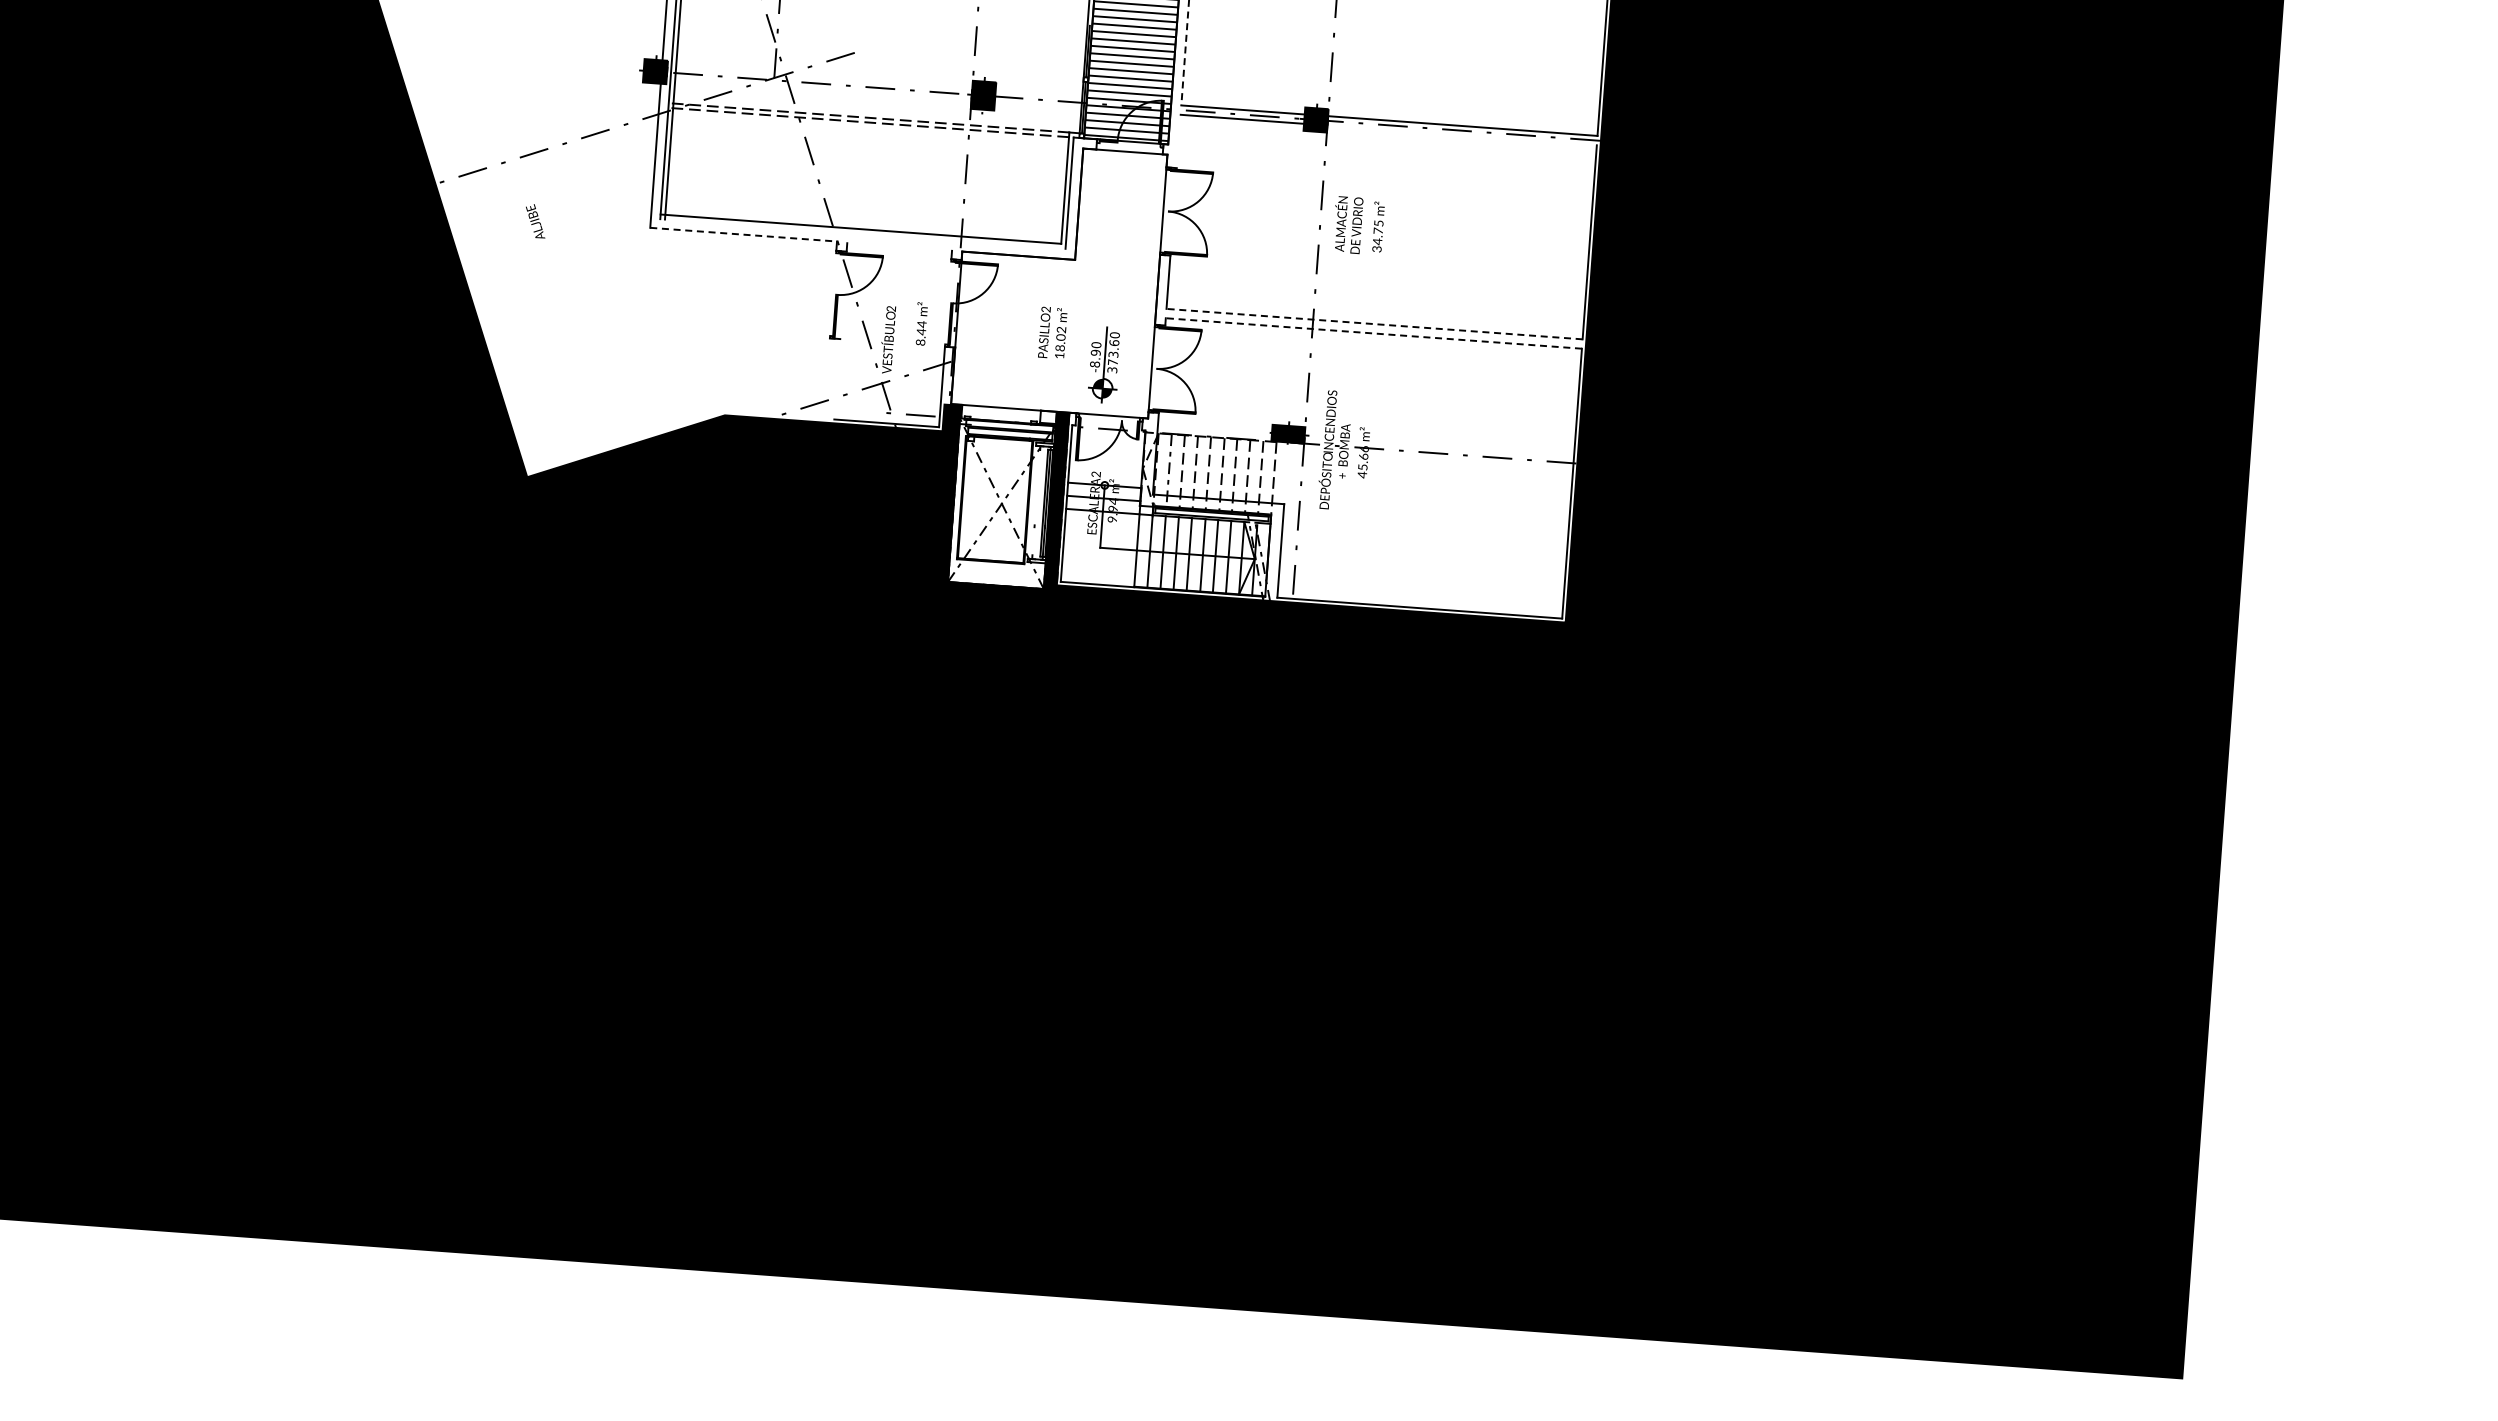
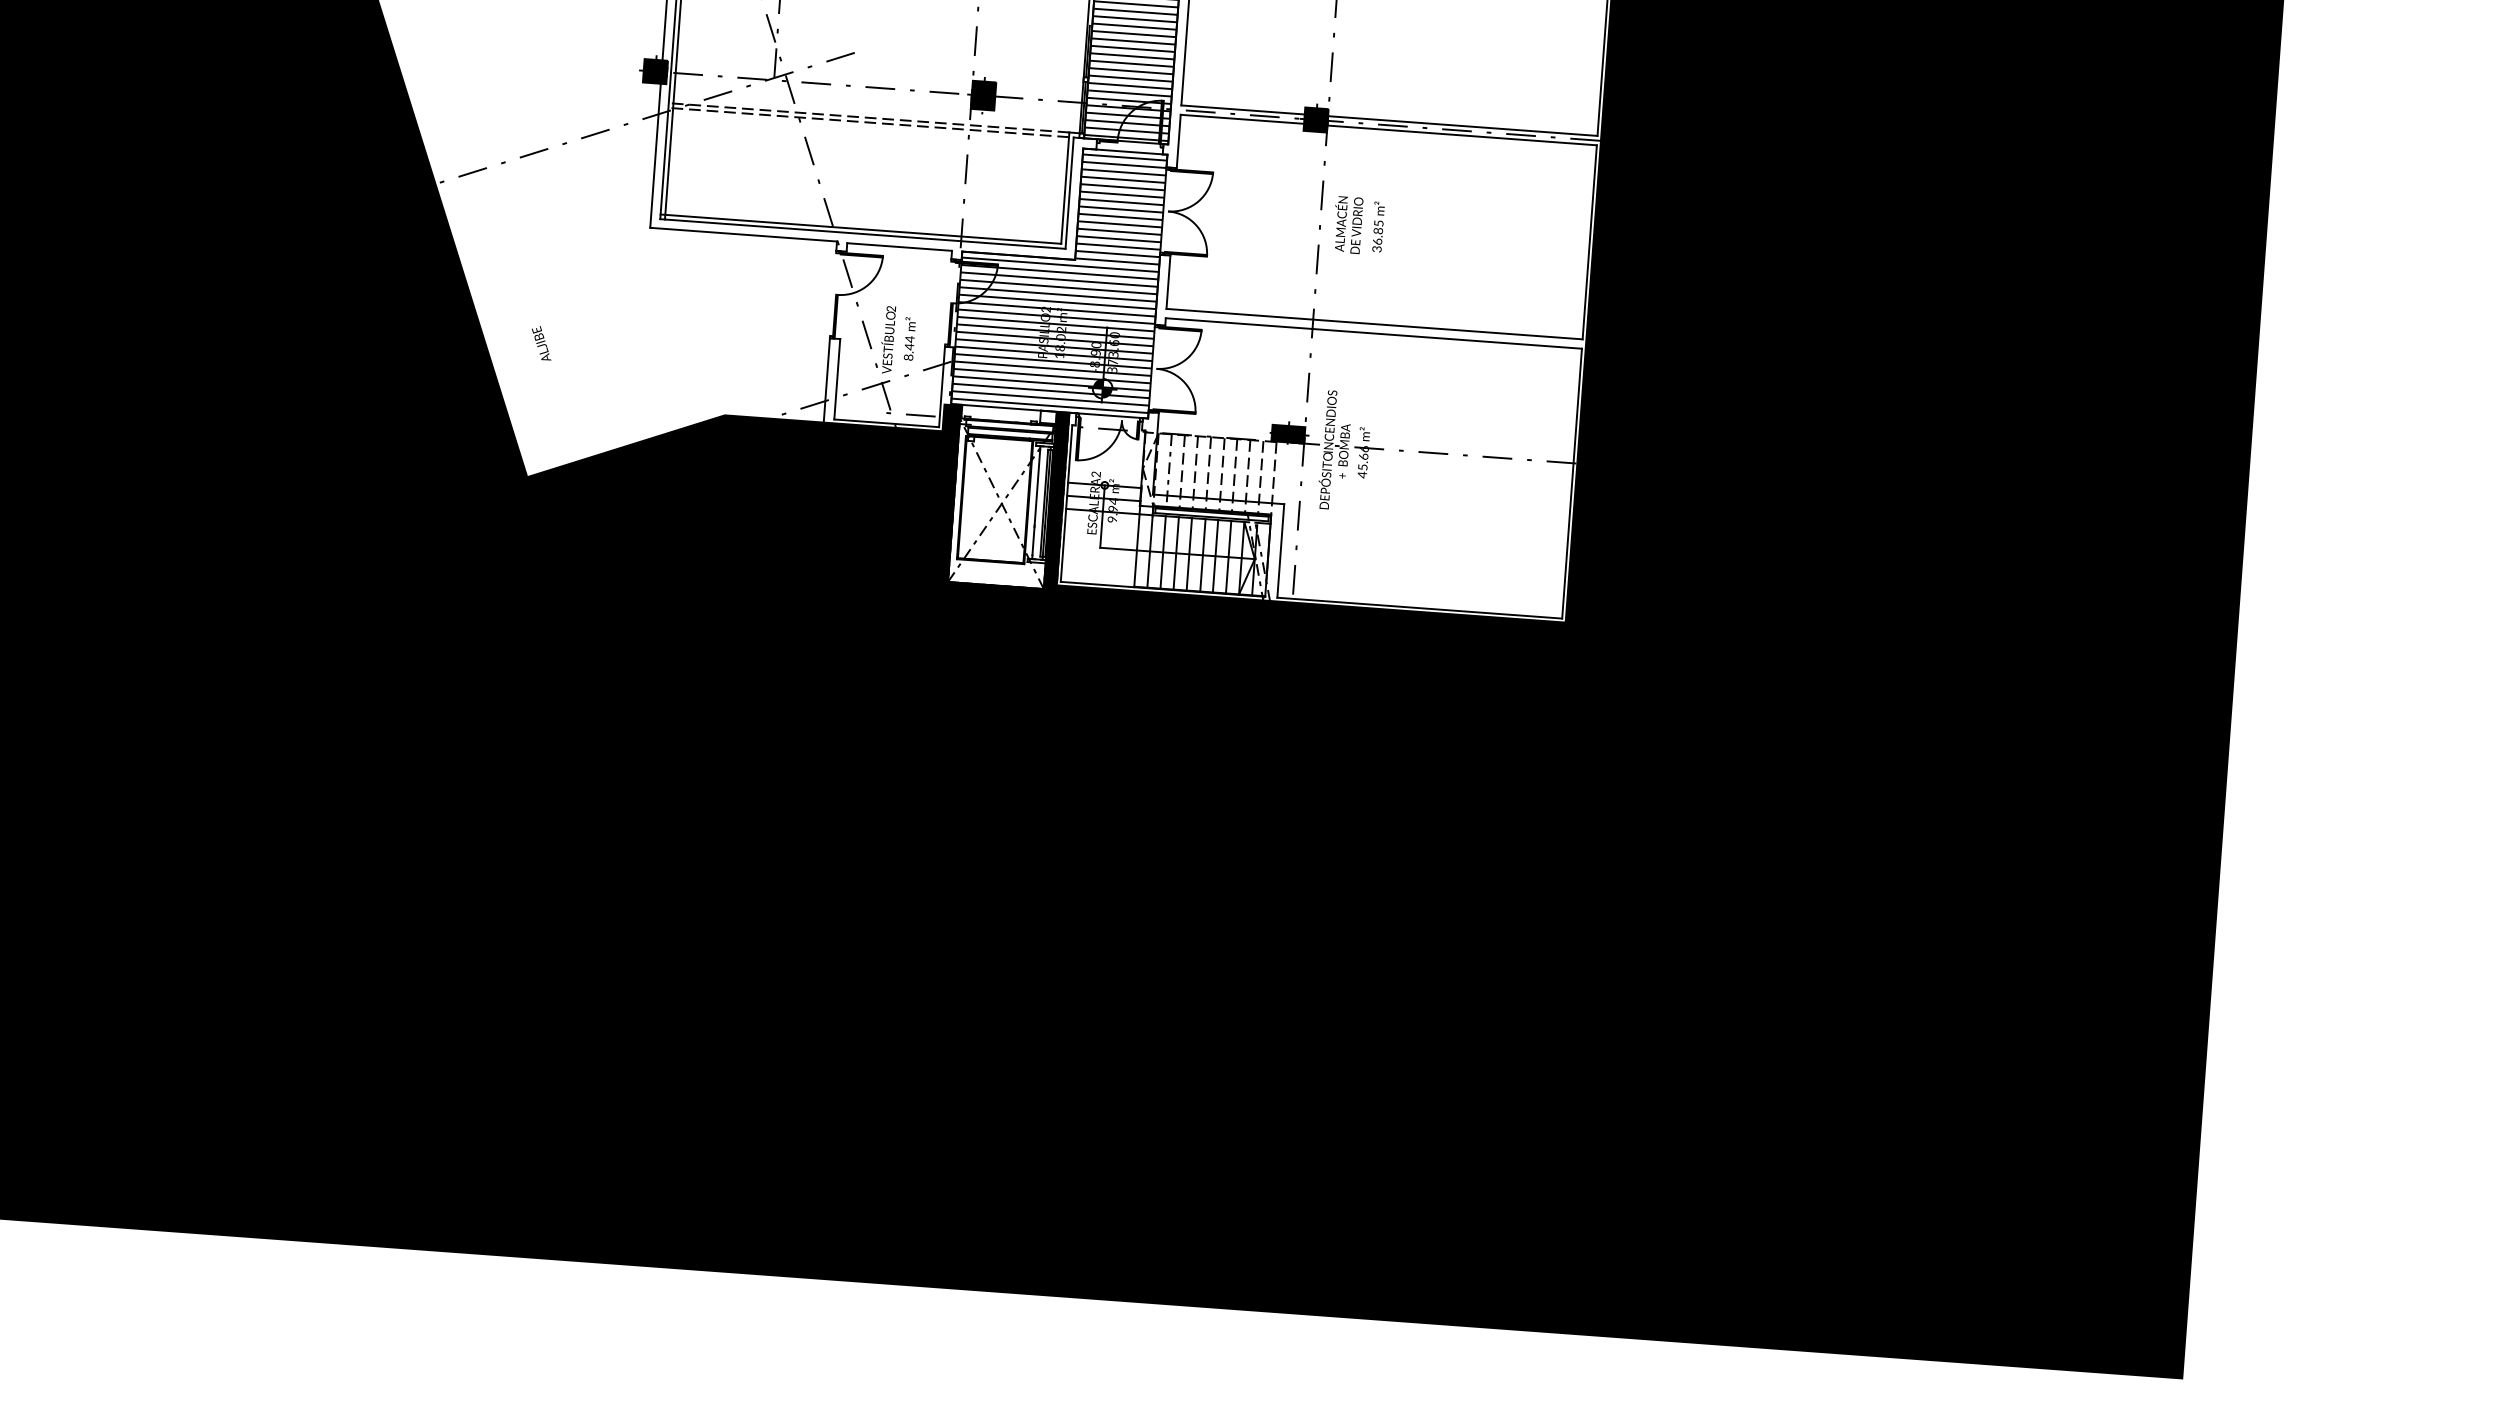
line at (1185, 53): dashed -> solid
line at (1461, 135): none -> present
line at (1178, 141): none -> present
text at (535, 221) position: (535, 221) -> (541, 343)
line at (862, 233): none -> present
line at (743, 234): dashed -> solid
text at (1378, 236): 34.75 -> 36.85
line at (899, 246): none -> present
hatch at (1059, 283): none -> present
text at (921, 323) position: (921, 323) -> (909, 338)
line at (1374, 324): dashed -> solid
line at (1373, 333): dashed -> solid
line at (837, 379): none -> present
line at (826, 380): none -> present
line at (1036, 502): none -> present
